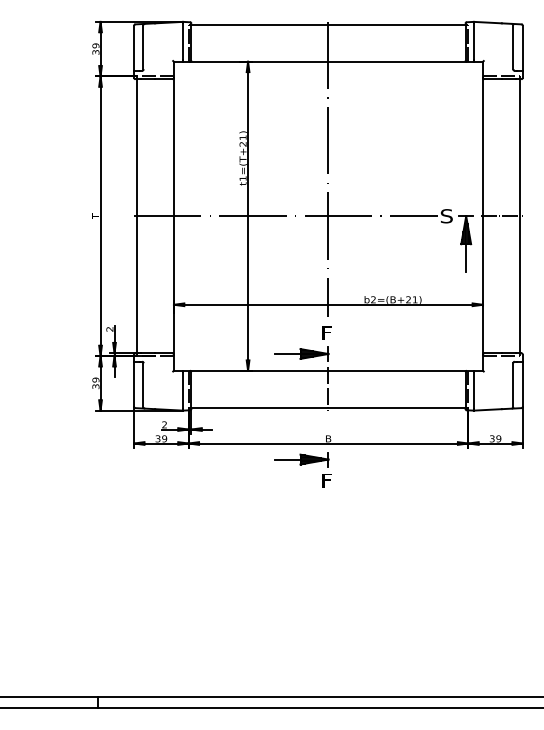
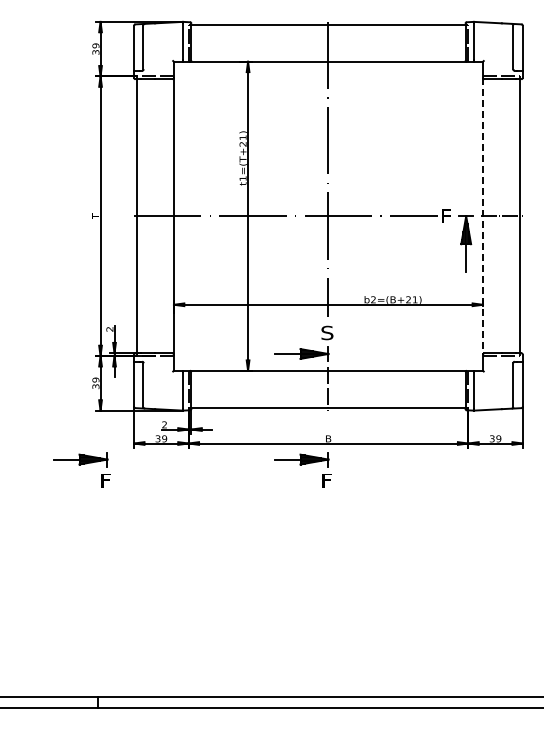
text at (446, 216): S -> F
line at (482, 216): solid -> dashed
text at (327, 332): F -> S
part at (81, 469): none -> present
